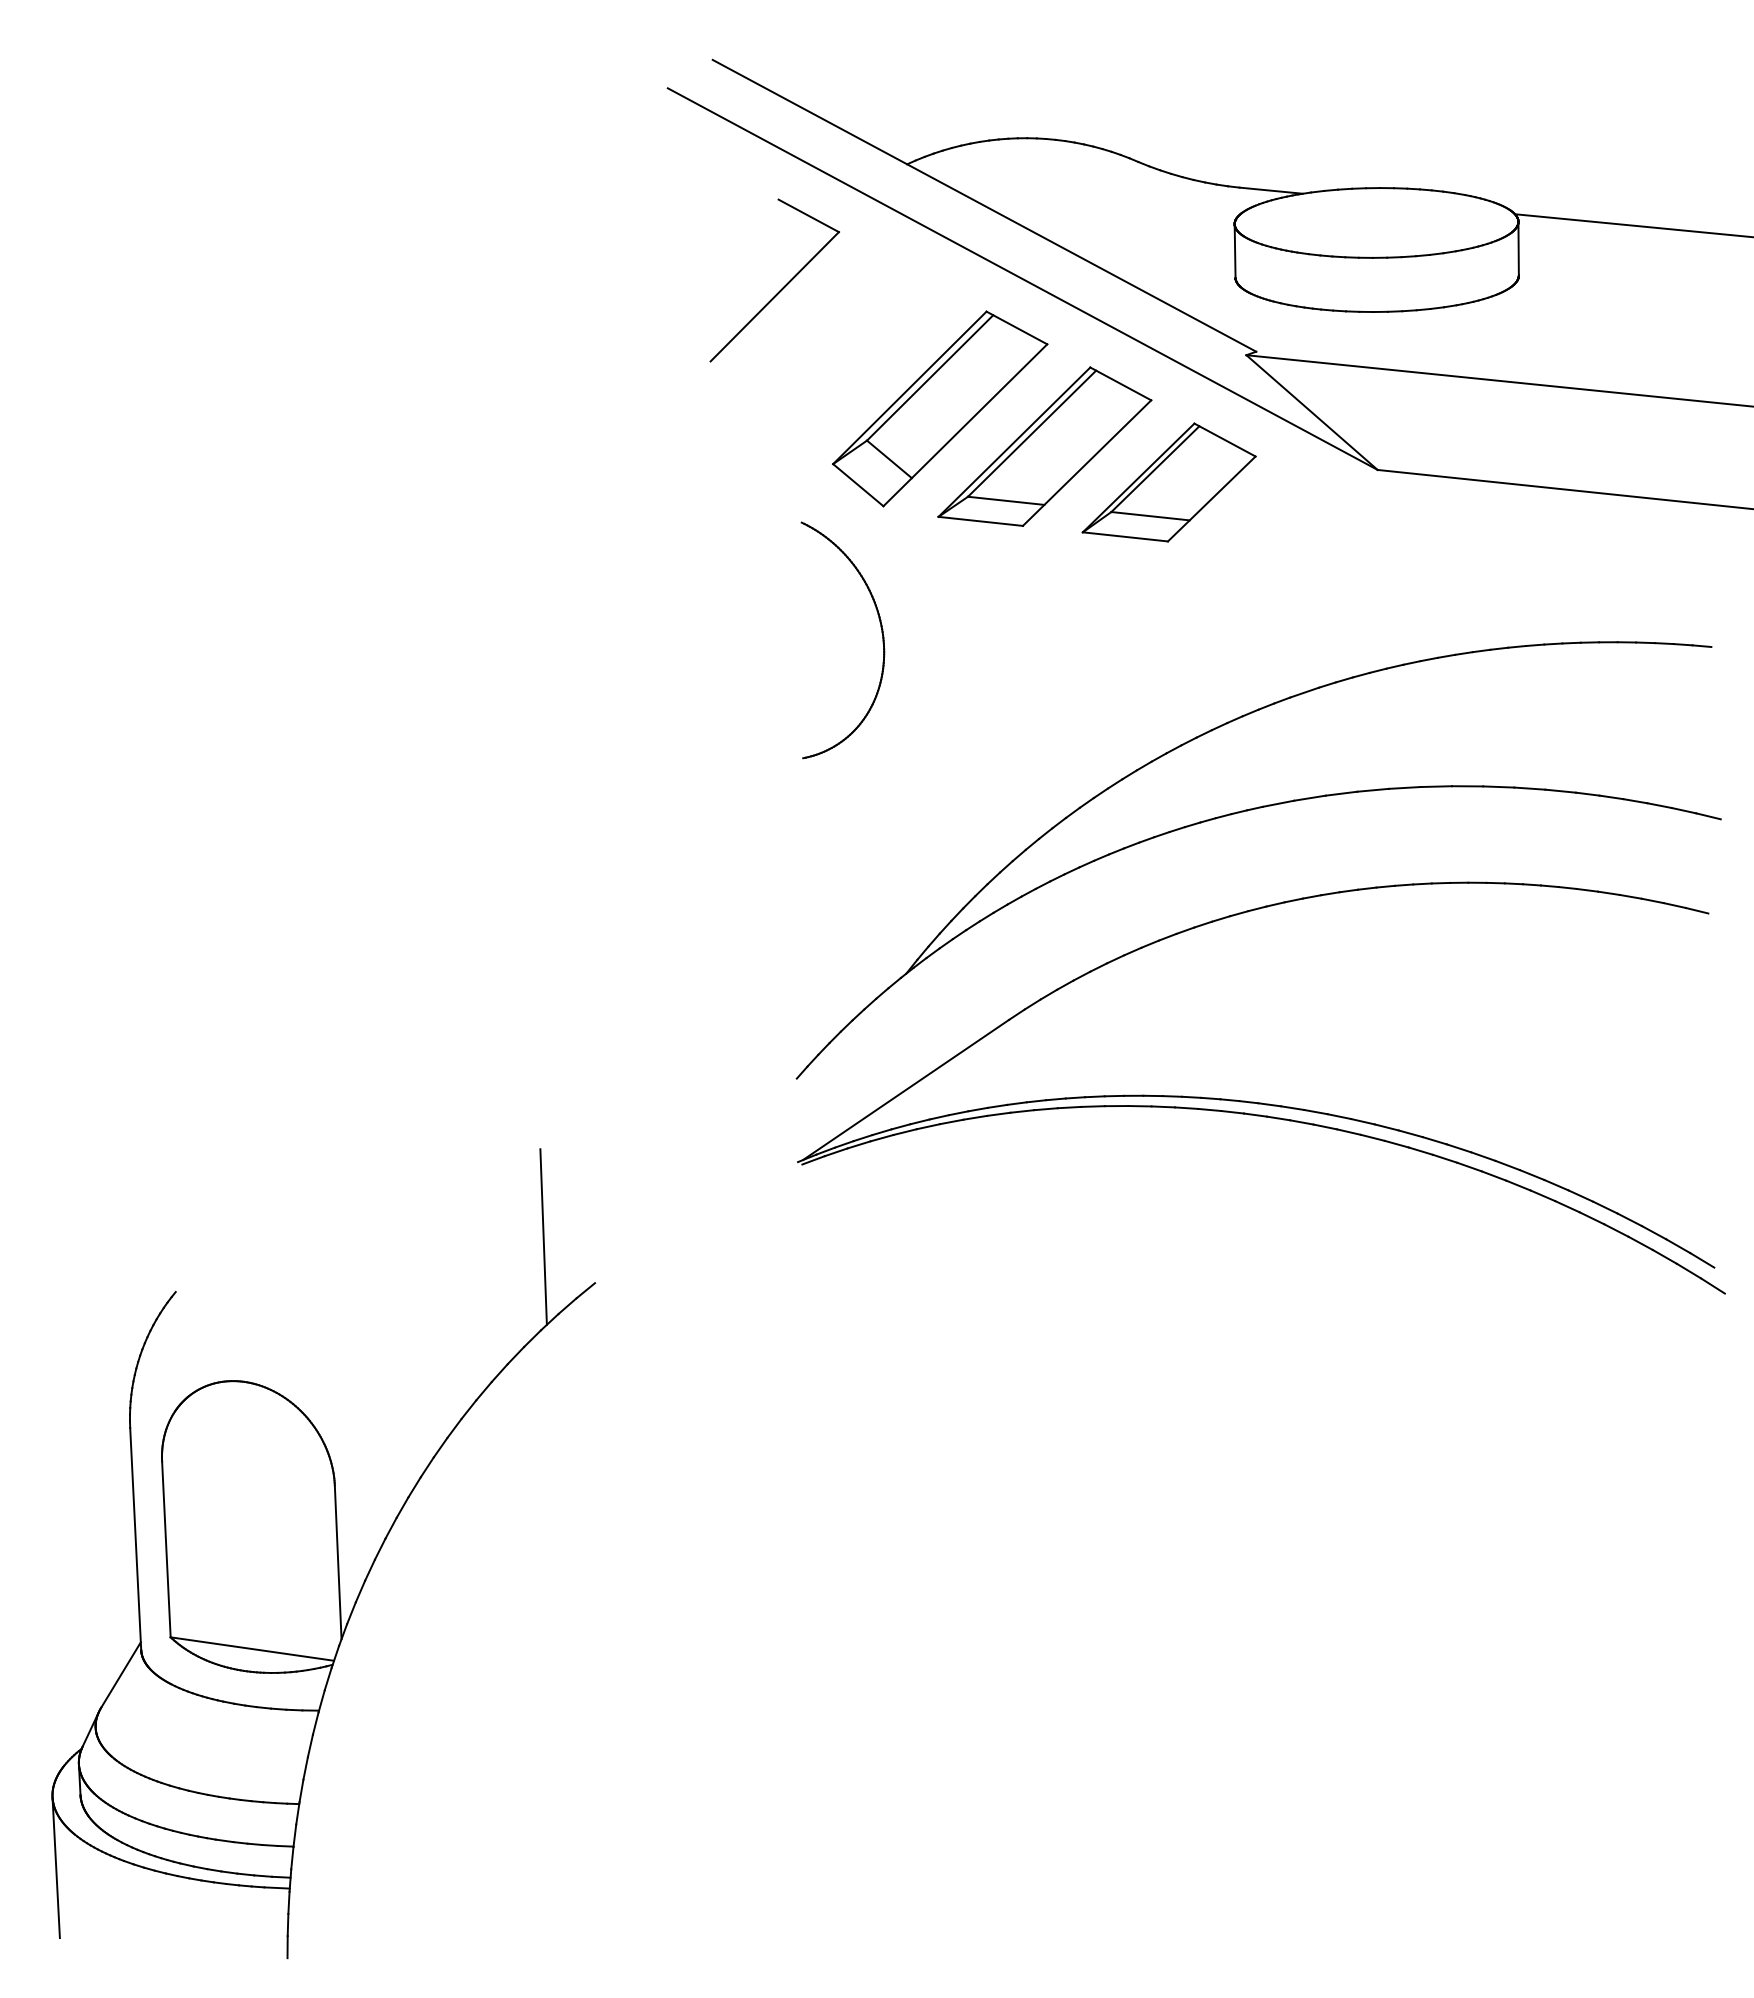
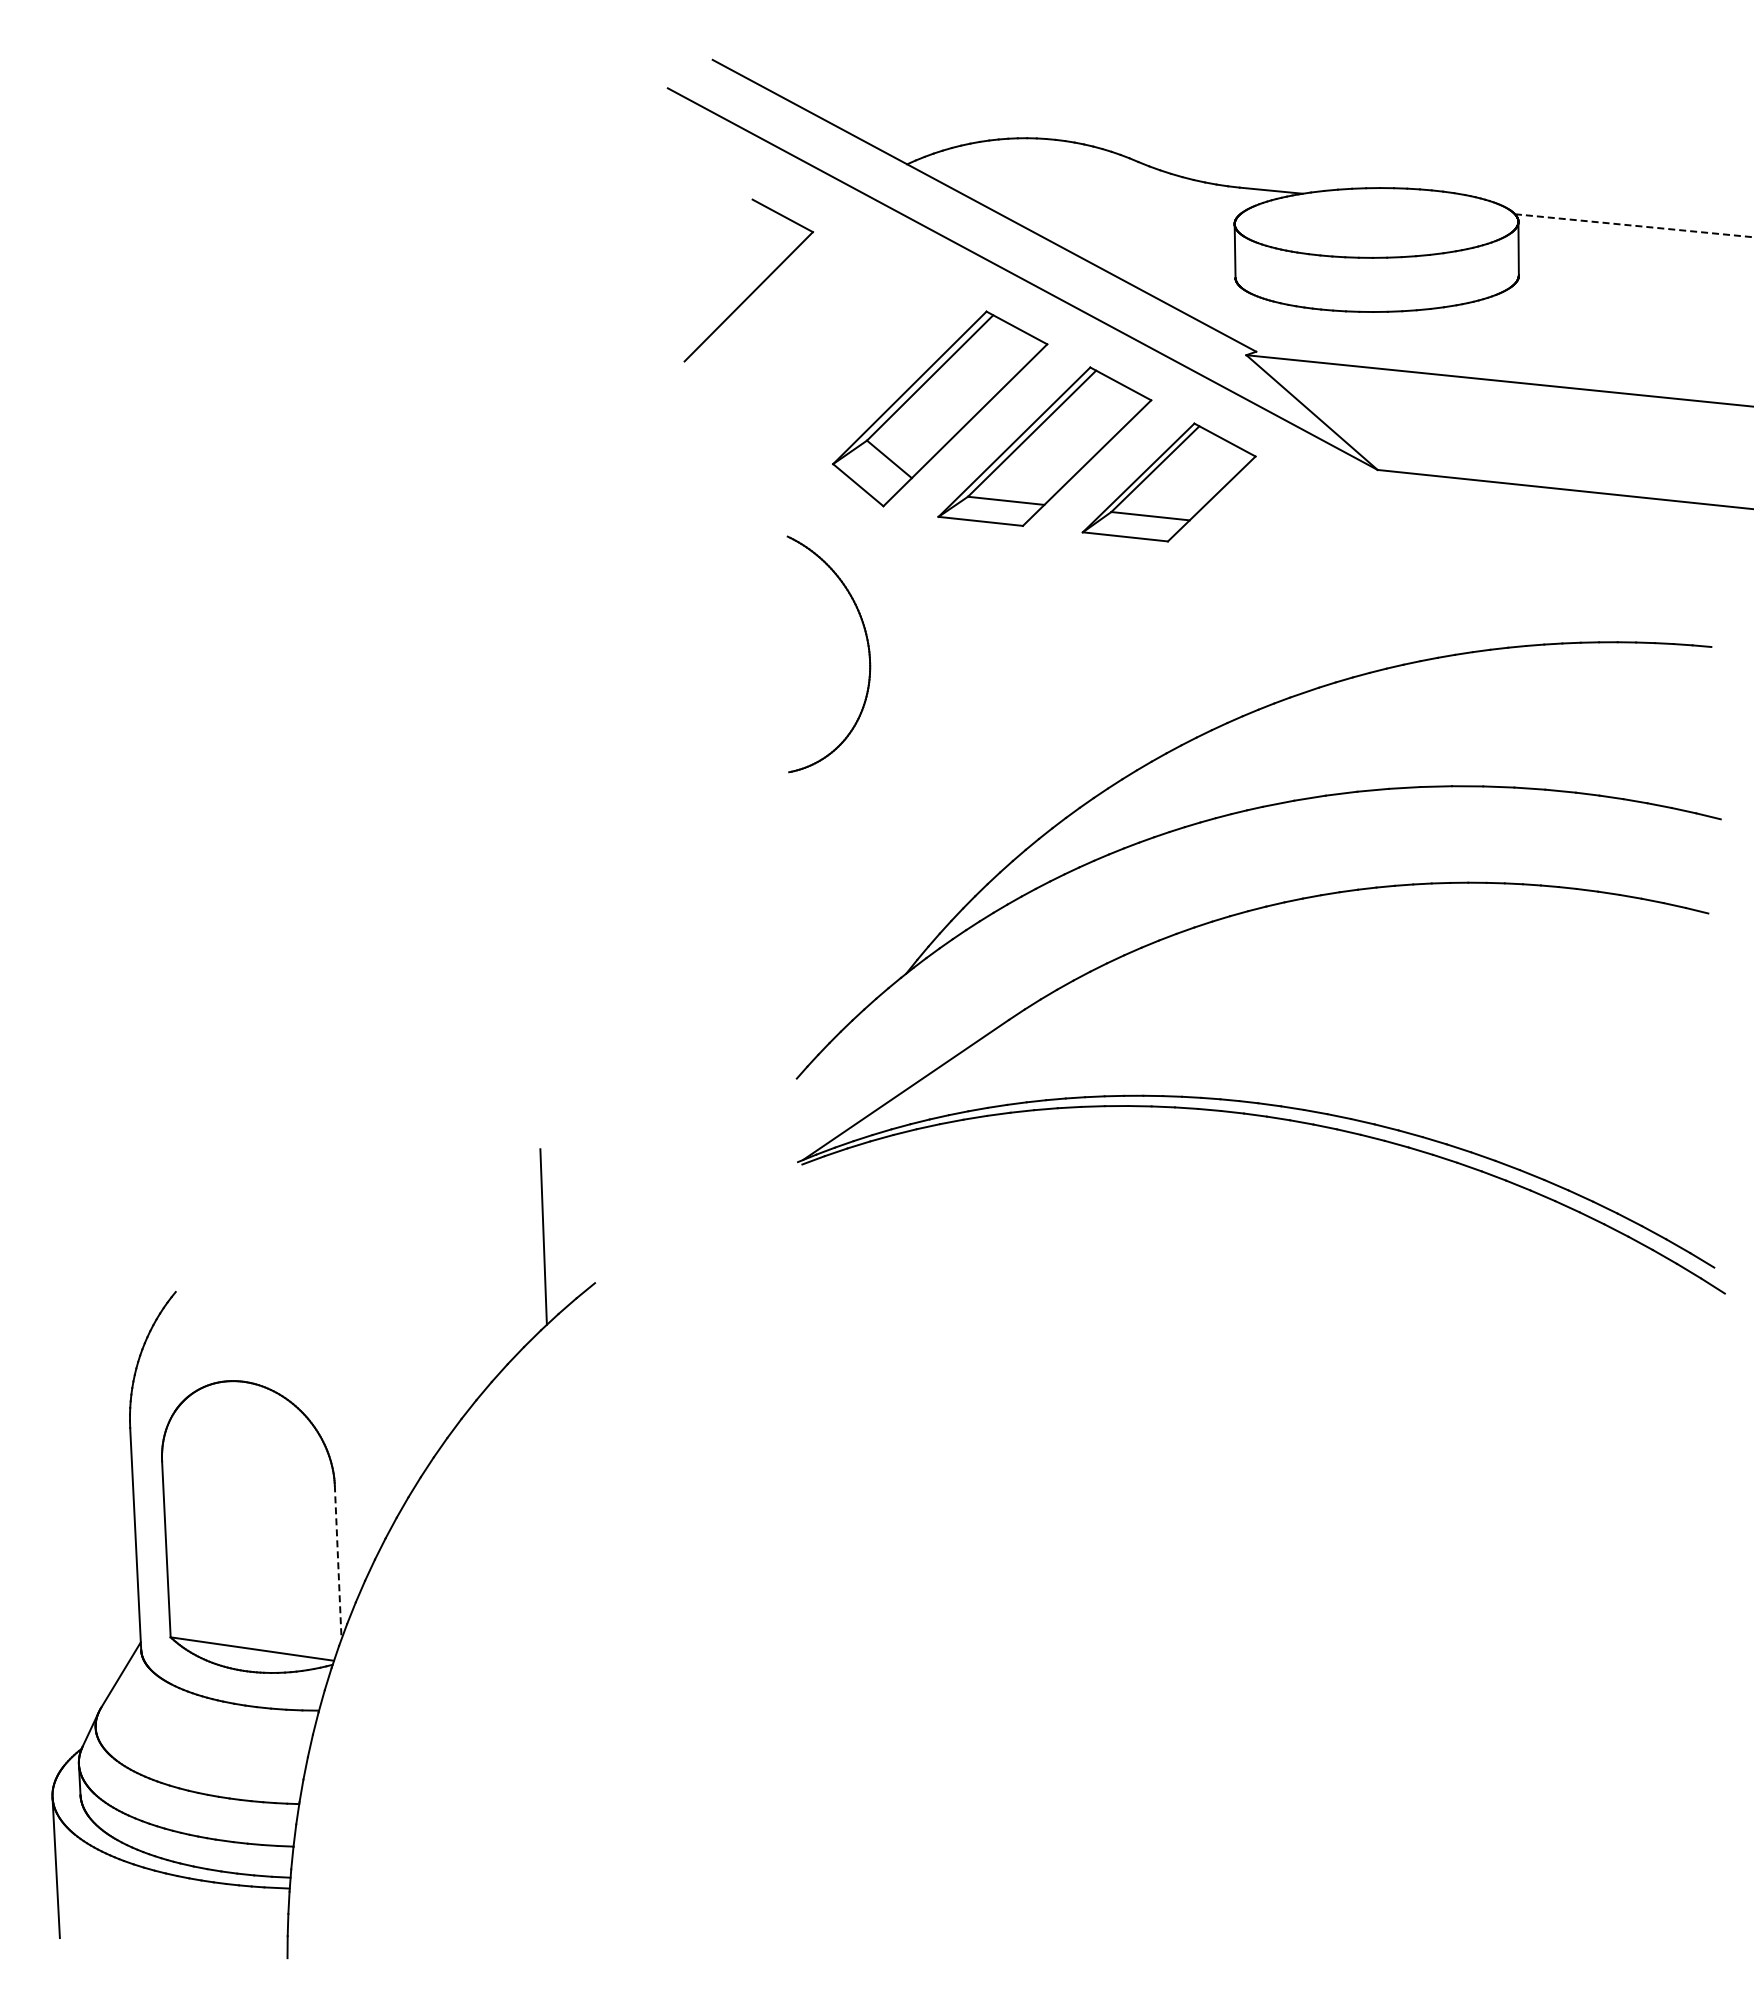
line at (1634, 225): solid -> dashed
part at (782, 287) position: (782, 287) -> (756, 287)
part at (881, 633) position: (881, 633) -> (867, 647)
line at (338, 1562): solid -> dashed
